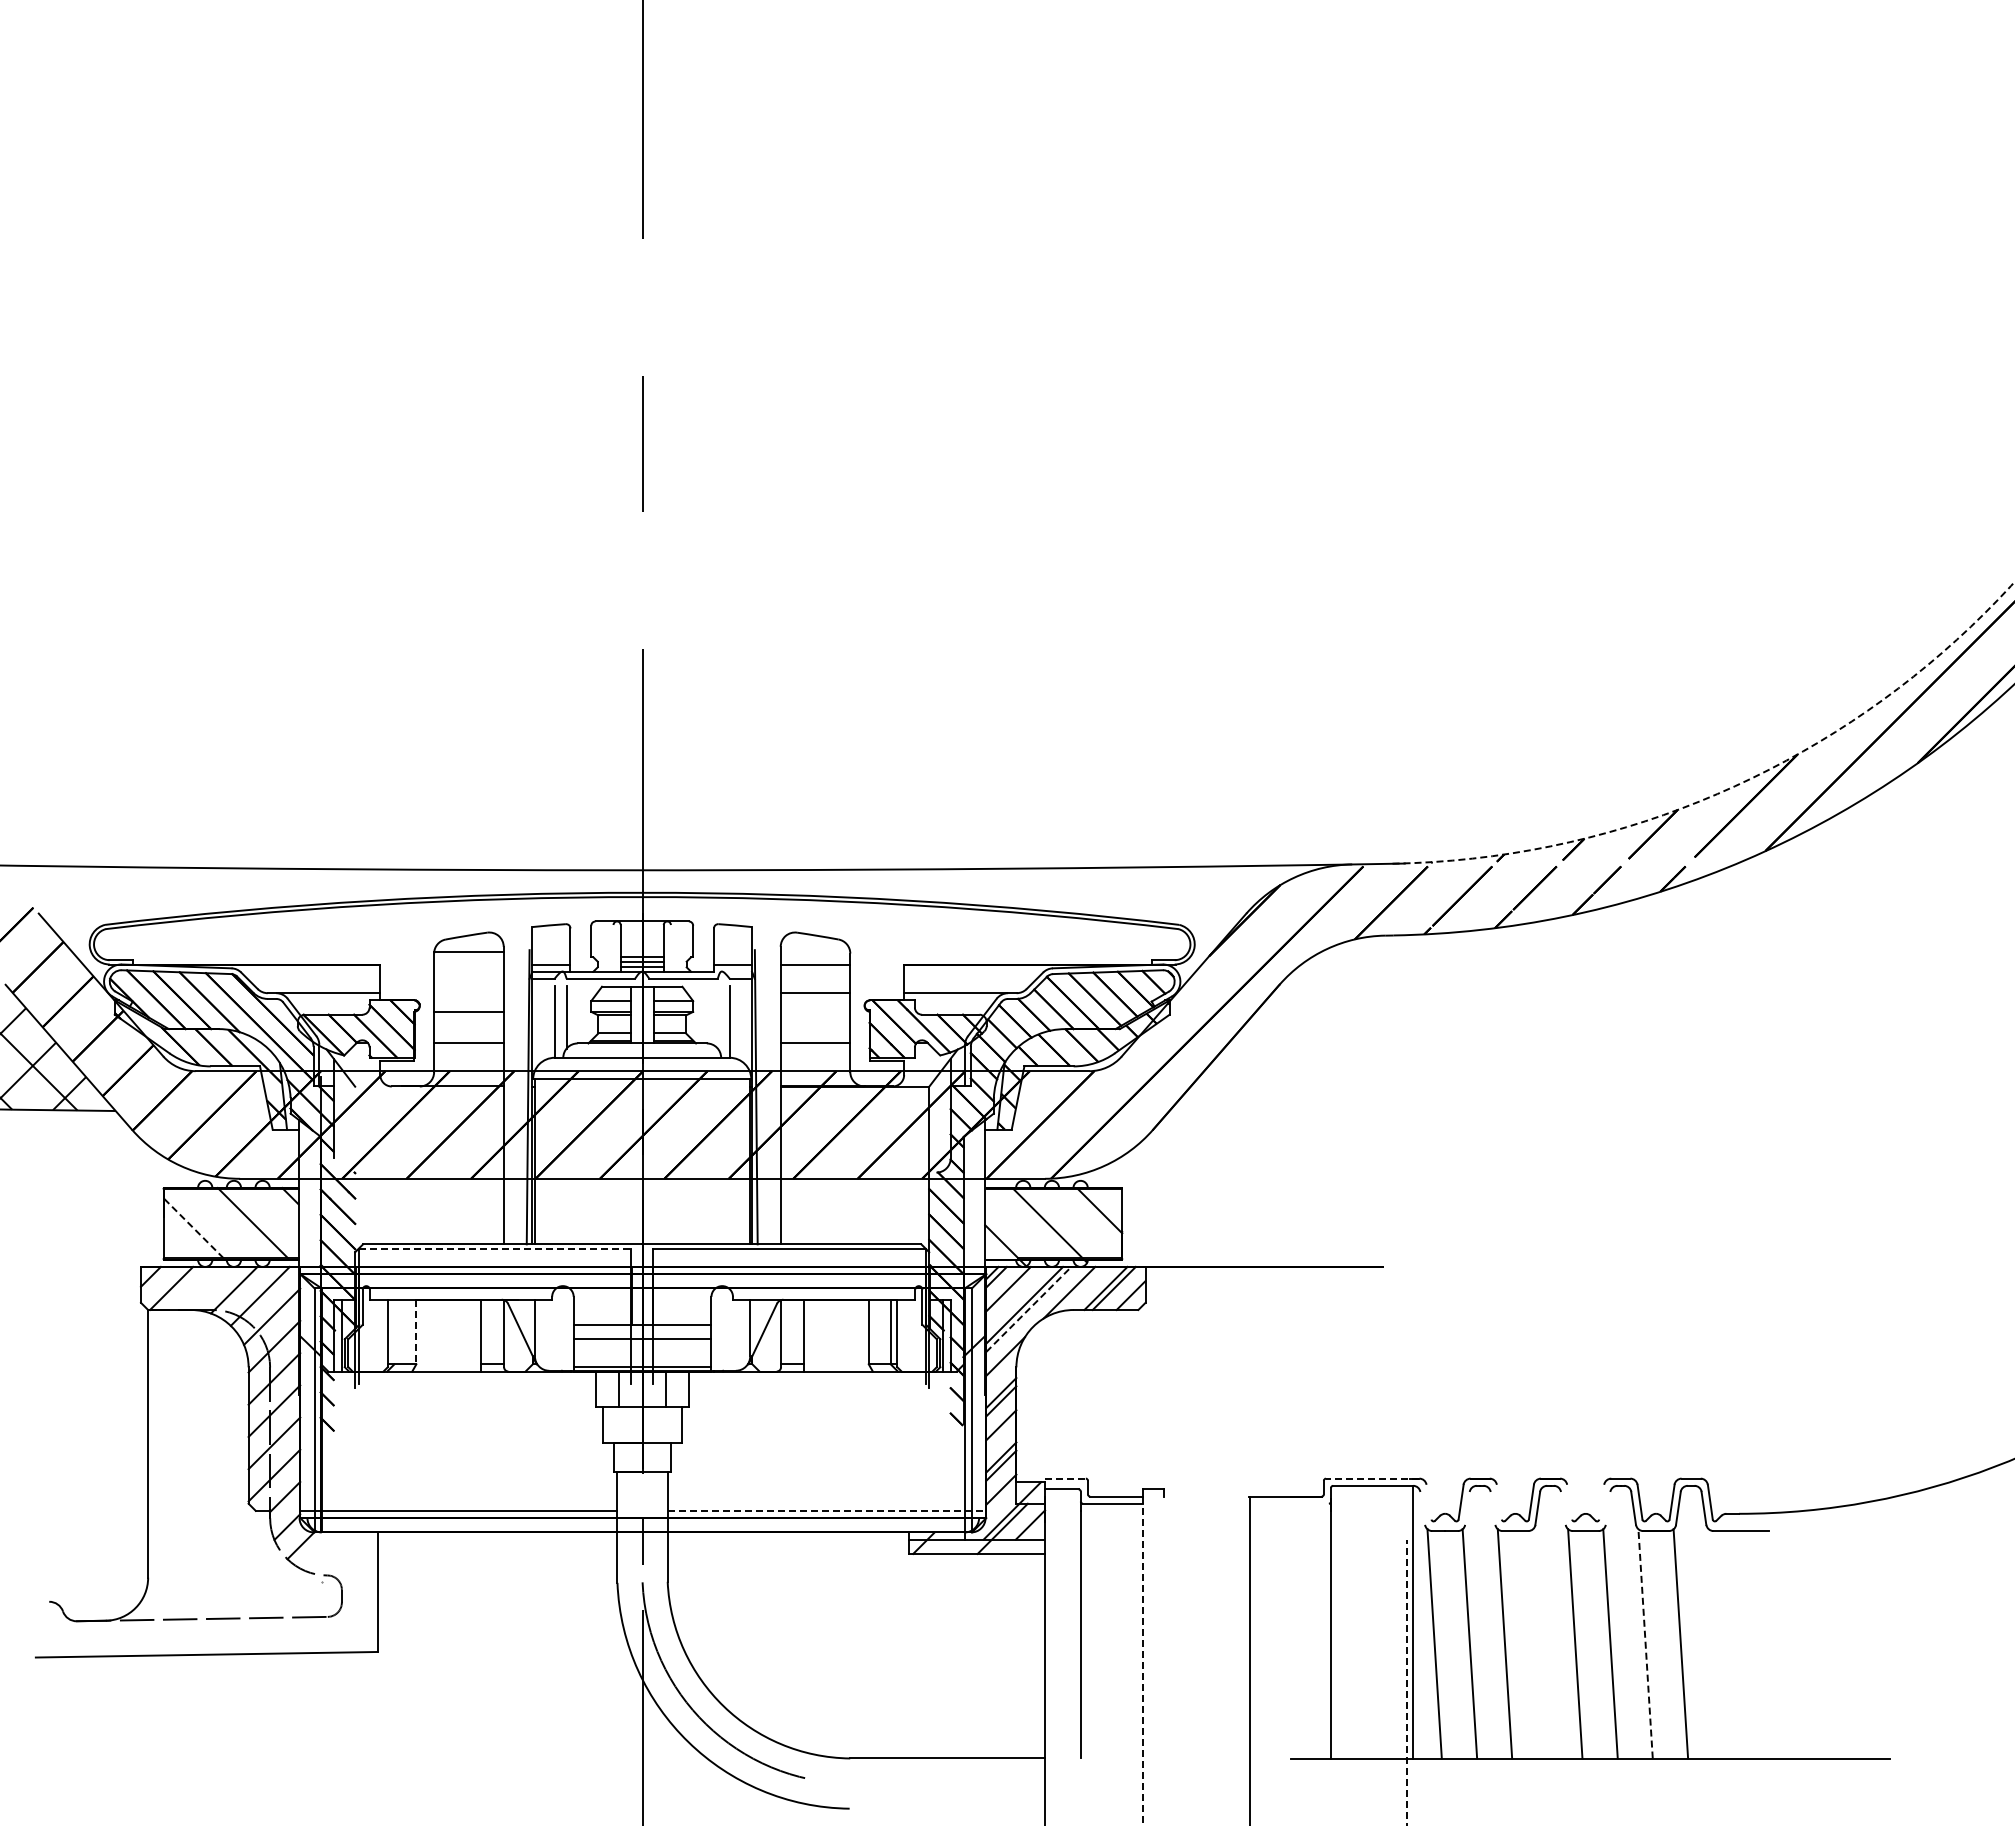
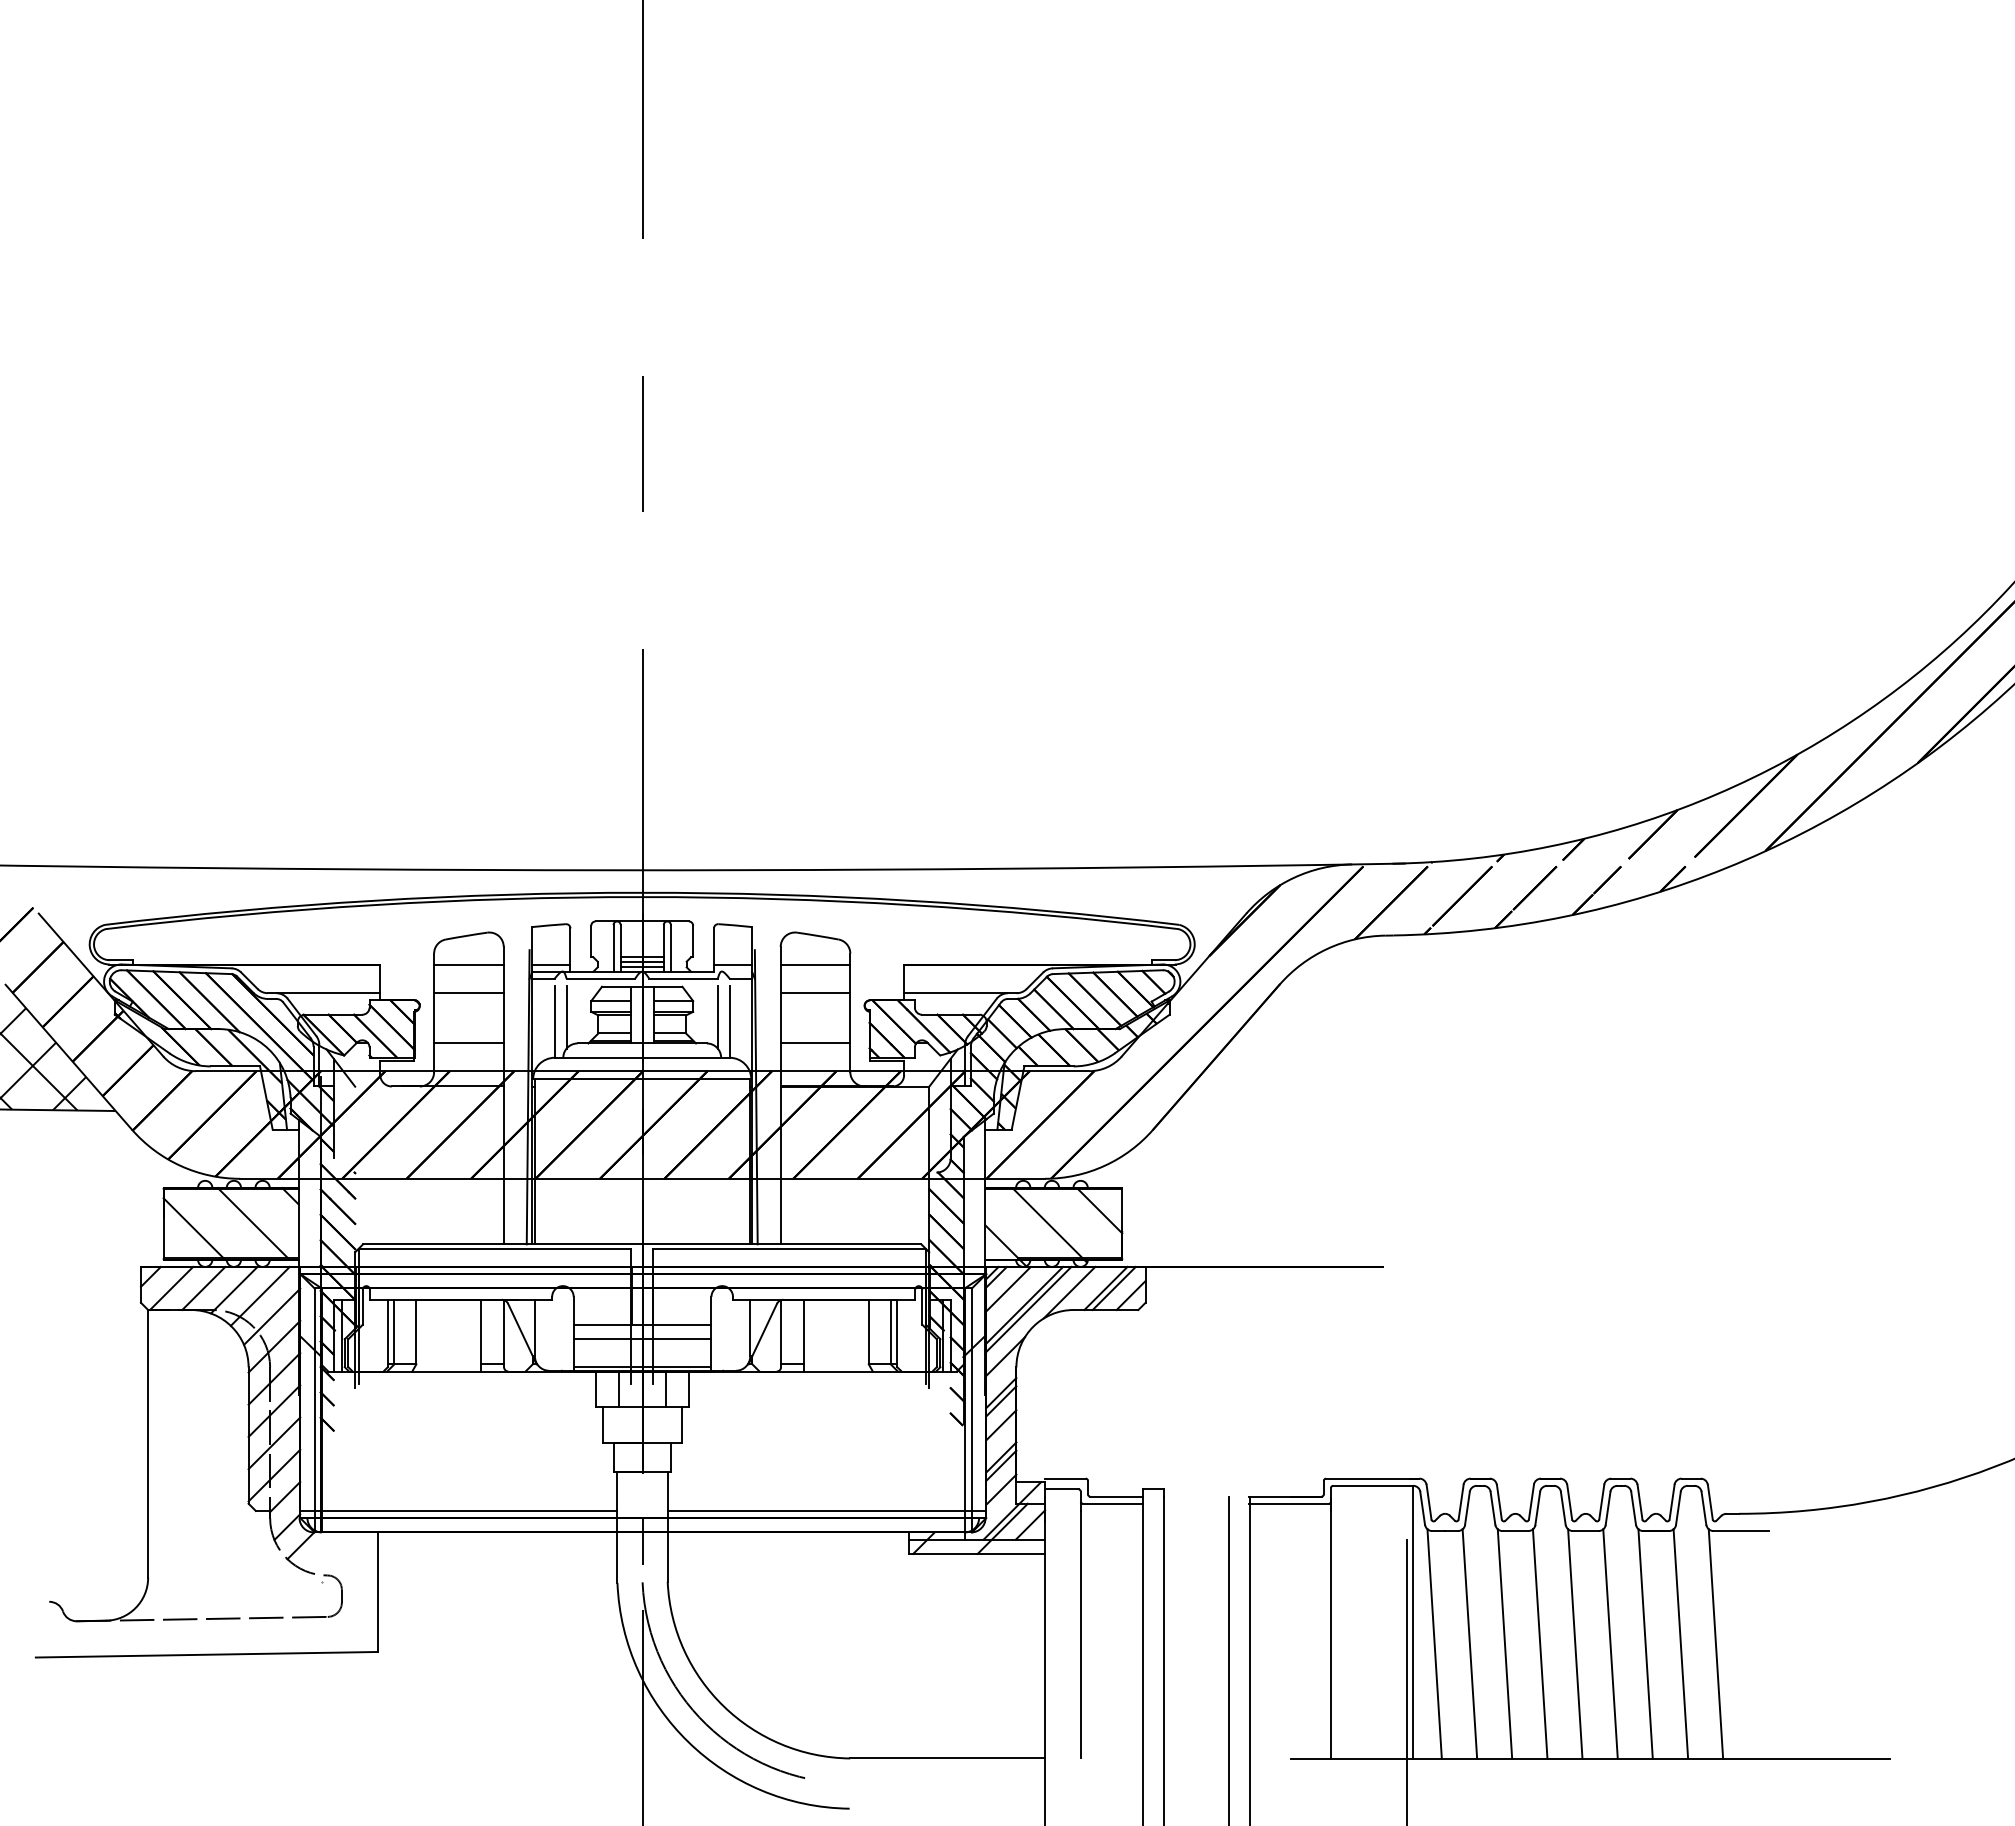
arc at (1736, 785): dashed -> solid
line at (613, 948): none -> present
line at (670, 948): none -> present
line at (468, 951) position: (468, 951) -> (468, 964)
line at (468, 1012) position: (468, 1012) -> (468, 993)
line at (717, 1017): none -> present
line at (193, 1227): dashed -> solid
line at (495, 1248): dashed -> solid
line at (203, 1287): none -> present
line at (1029, 1309): dashed -> solid
line at (394, 1331): none -> present
line at (416, 1332): dashed -> solid
line at (1065, 1478): dashed -> solid
line at (1372, 1478): dashed -> solid
line at (1428, 1501): none -> present
line at (1498, 1501): none -> present
line at (1569, 1501): none -> present
line at (1601, 1501): none -> present
line at (1288, 1503): none -> present
line at (1422, 1508): none -> present
line at (1467, 1508): none -> present
line at (1492, 1508): none -> present
line at (1562, 1508): none -> present
line at (1607, 1508): none -> present
line at (826, 1511): dashed -> solid
line at (1539, 1643): none -> present
line at (1645, 1643): dashed -> solid
line at (1715, 1643): none -> present
line at (1164, 1659): none -> present
line at (1228, 1659): none -> present
line at (1142, 1661): dashed -> solid
line at (1407, 1682): dashed -> solid
